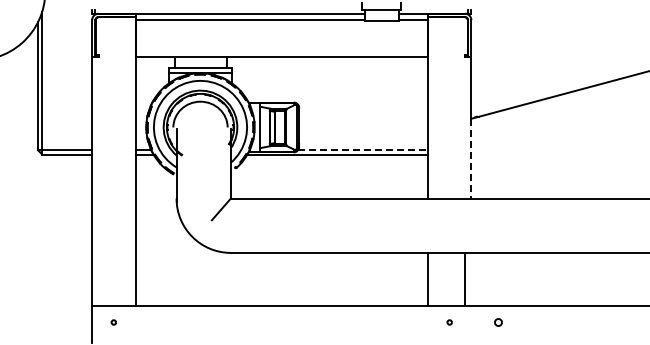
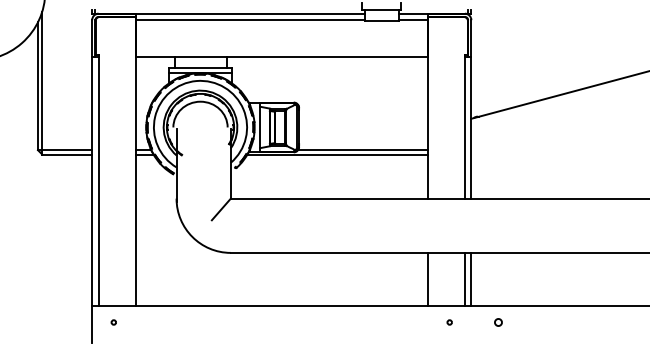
line at (464, 127): none -> present
line at (363, 150): dashed -> solid
line at (471, 158): dashed -> solid
line at (98, 181): none -> present
line at (471, 279): none -> present
